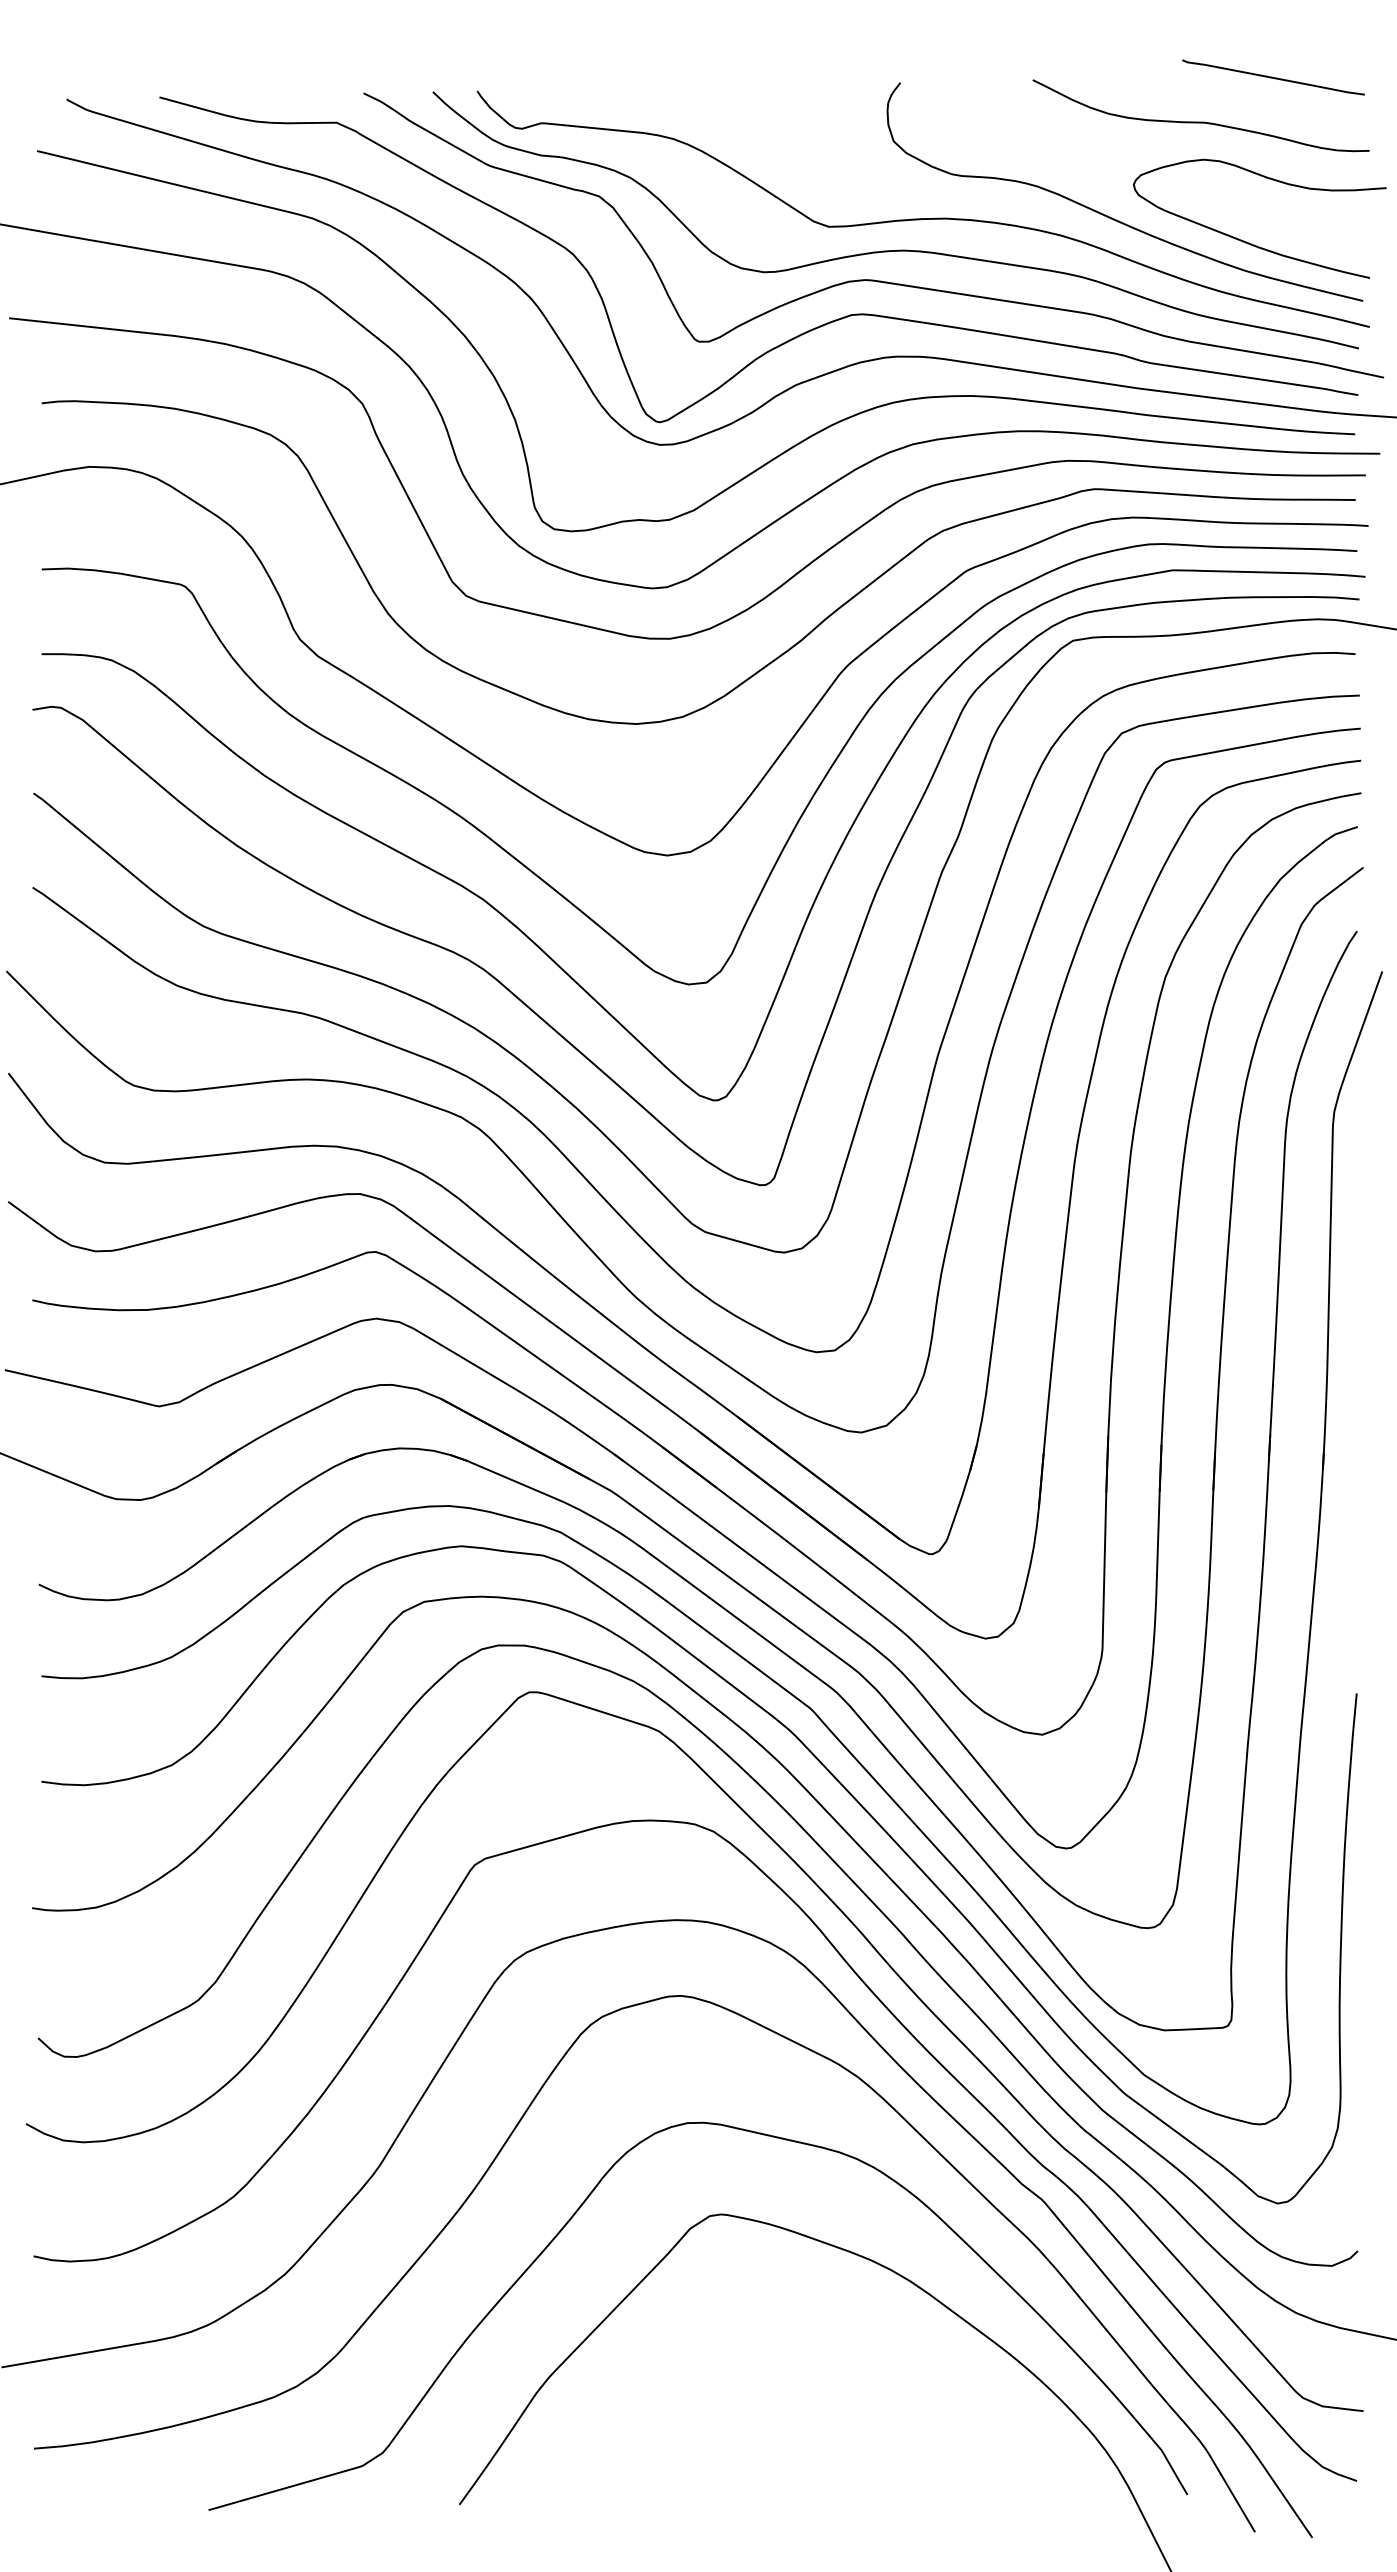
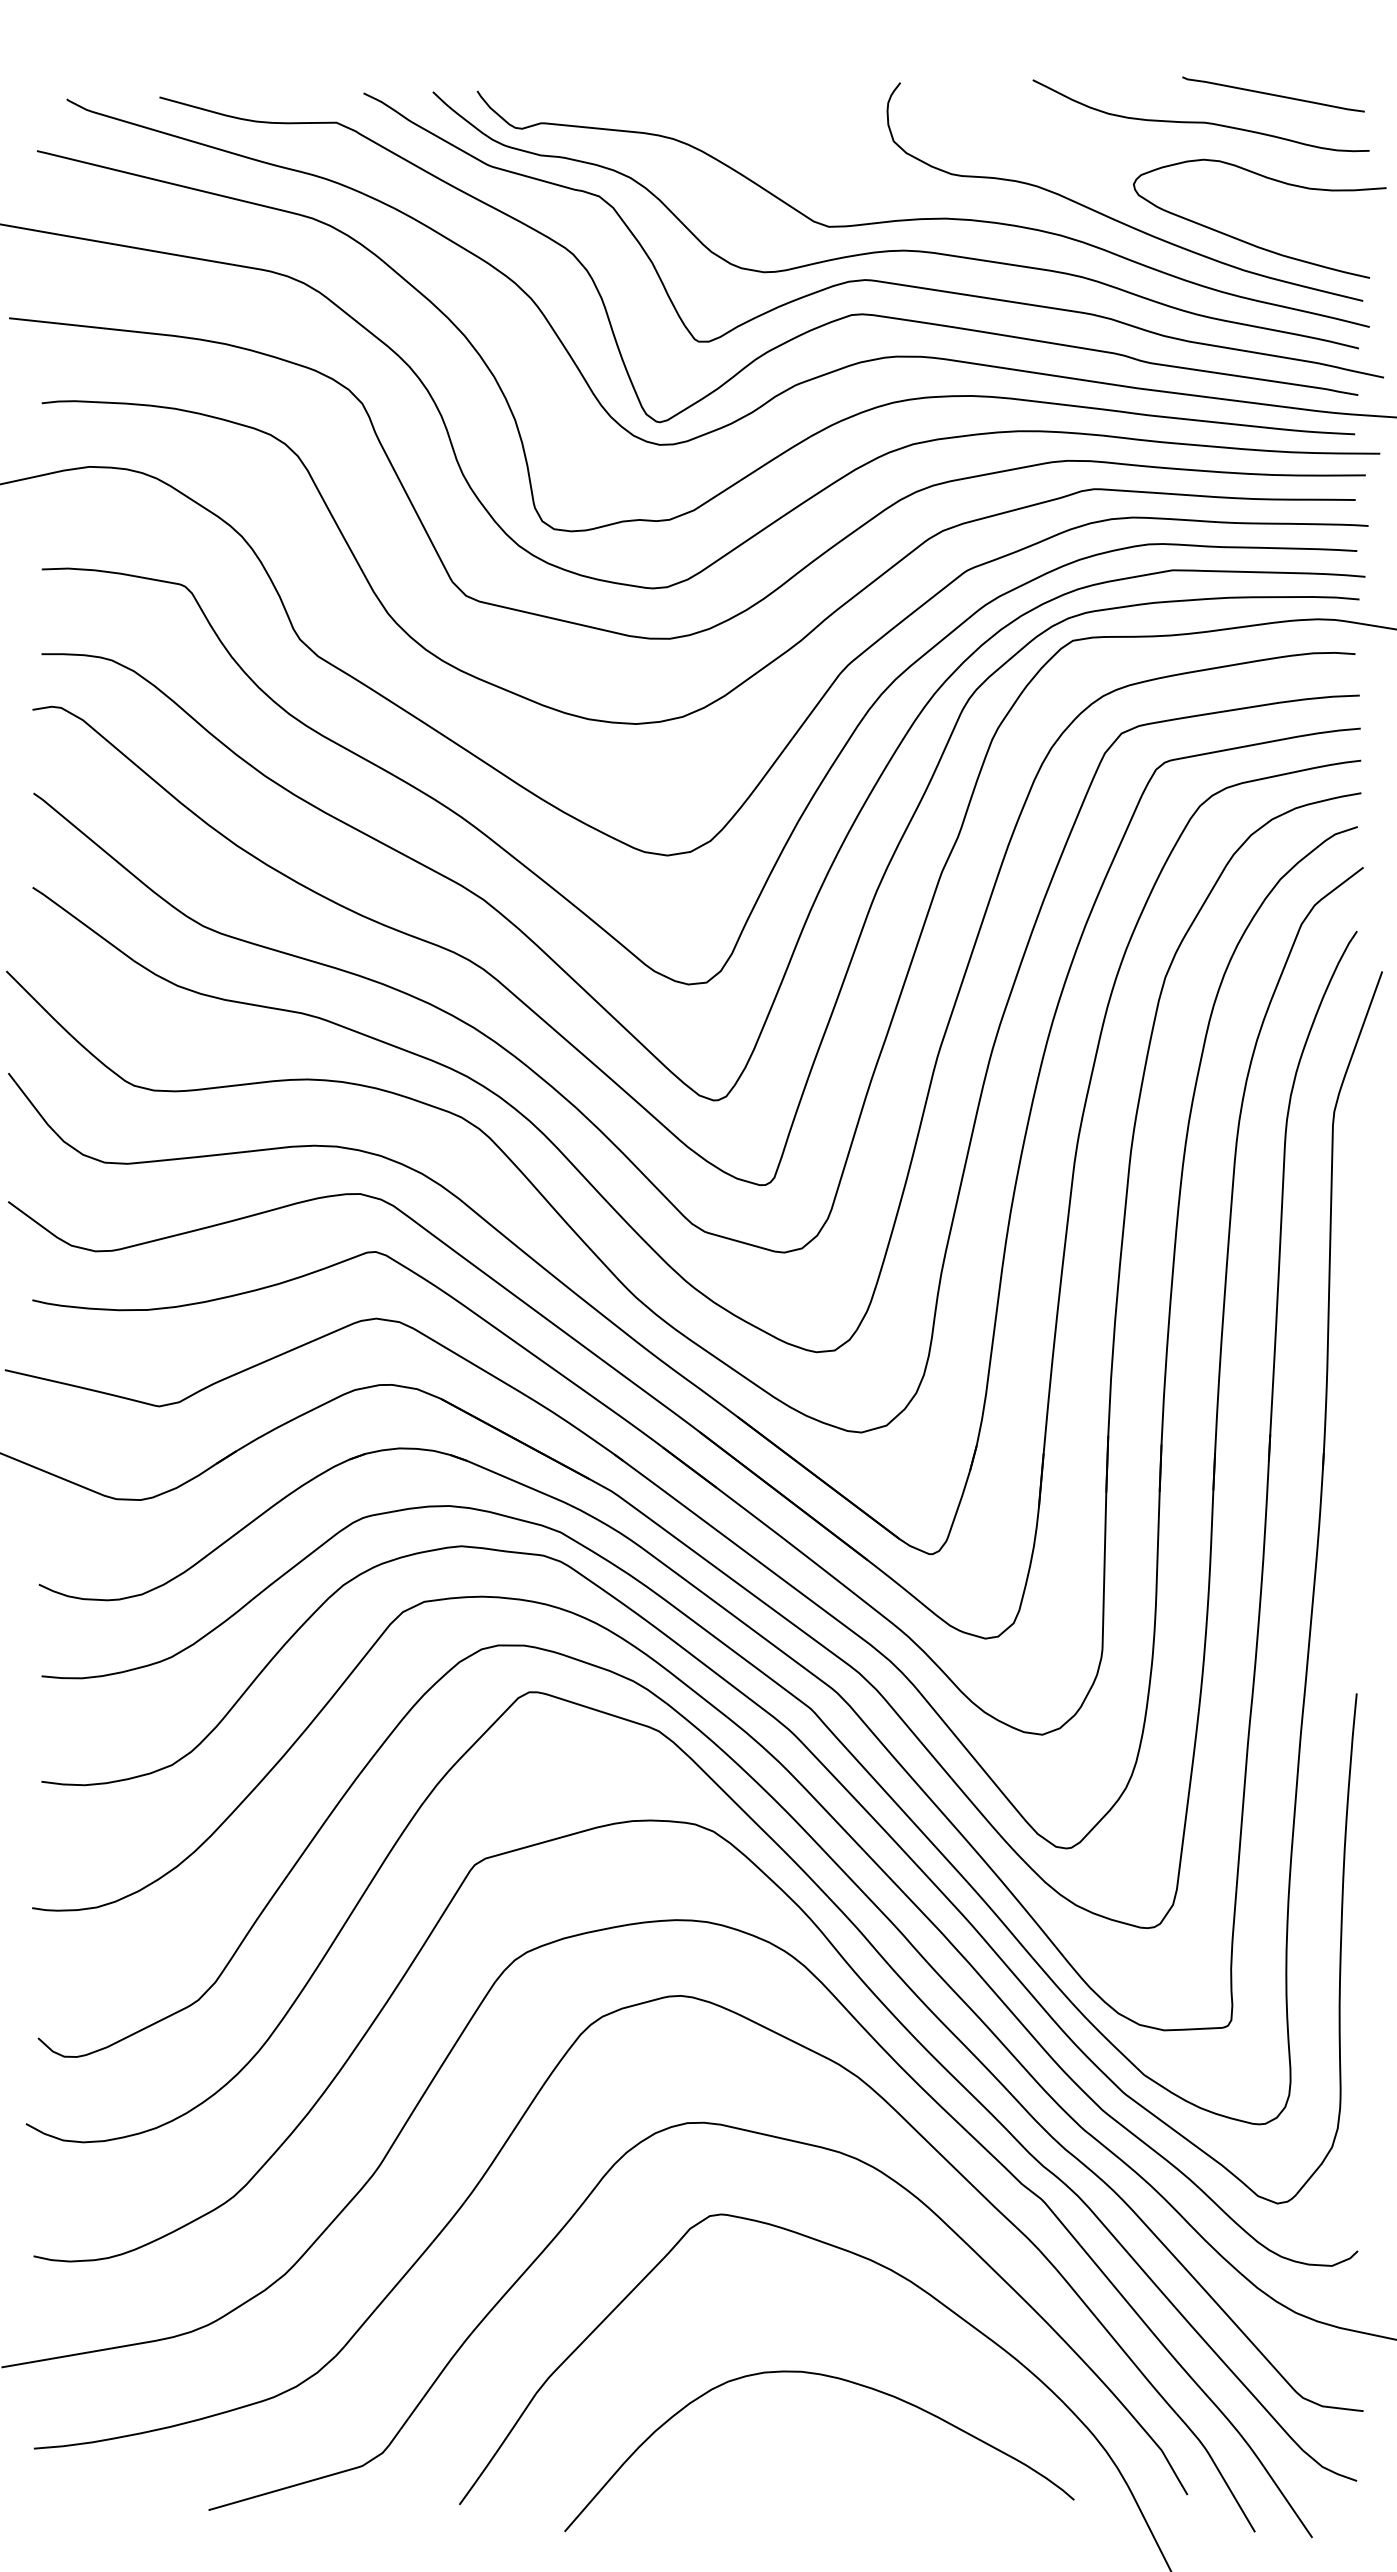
curve at (1273, 77) position: (1273, 77) -> (1273, 94)
curve at (833, 2378): none -> present
